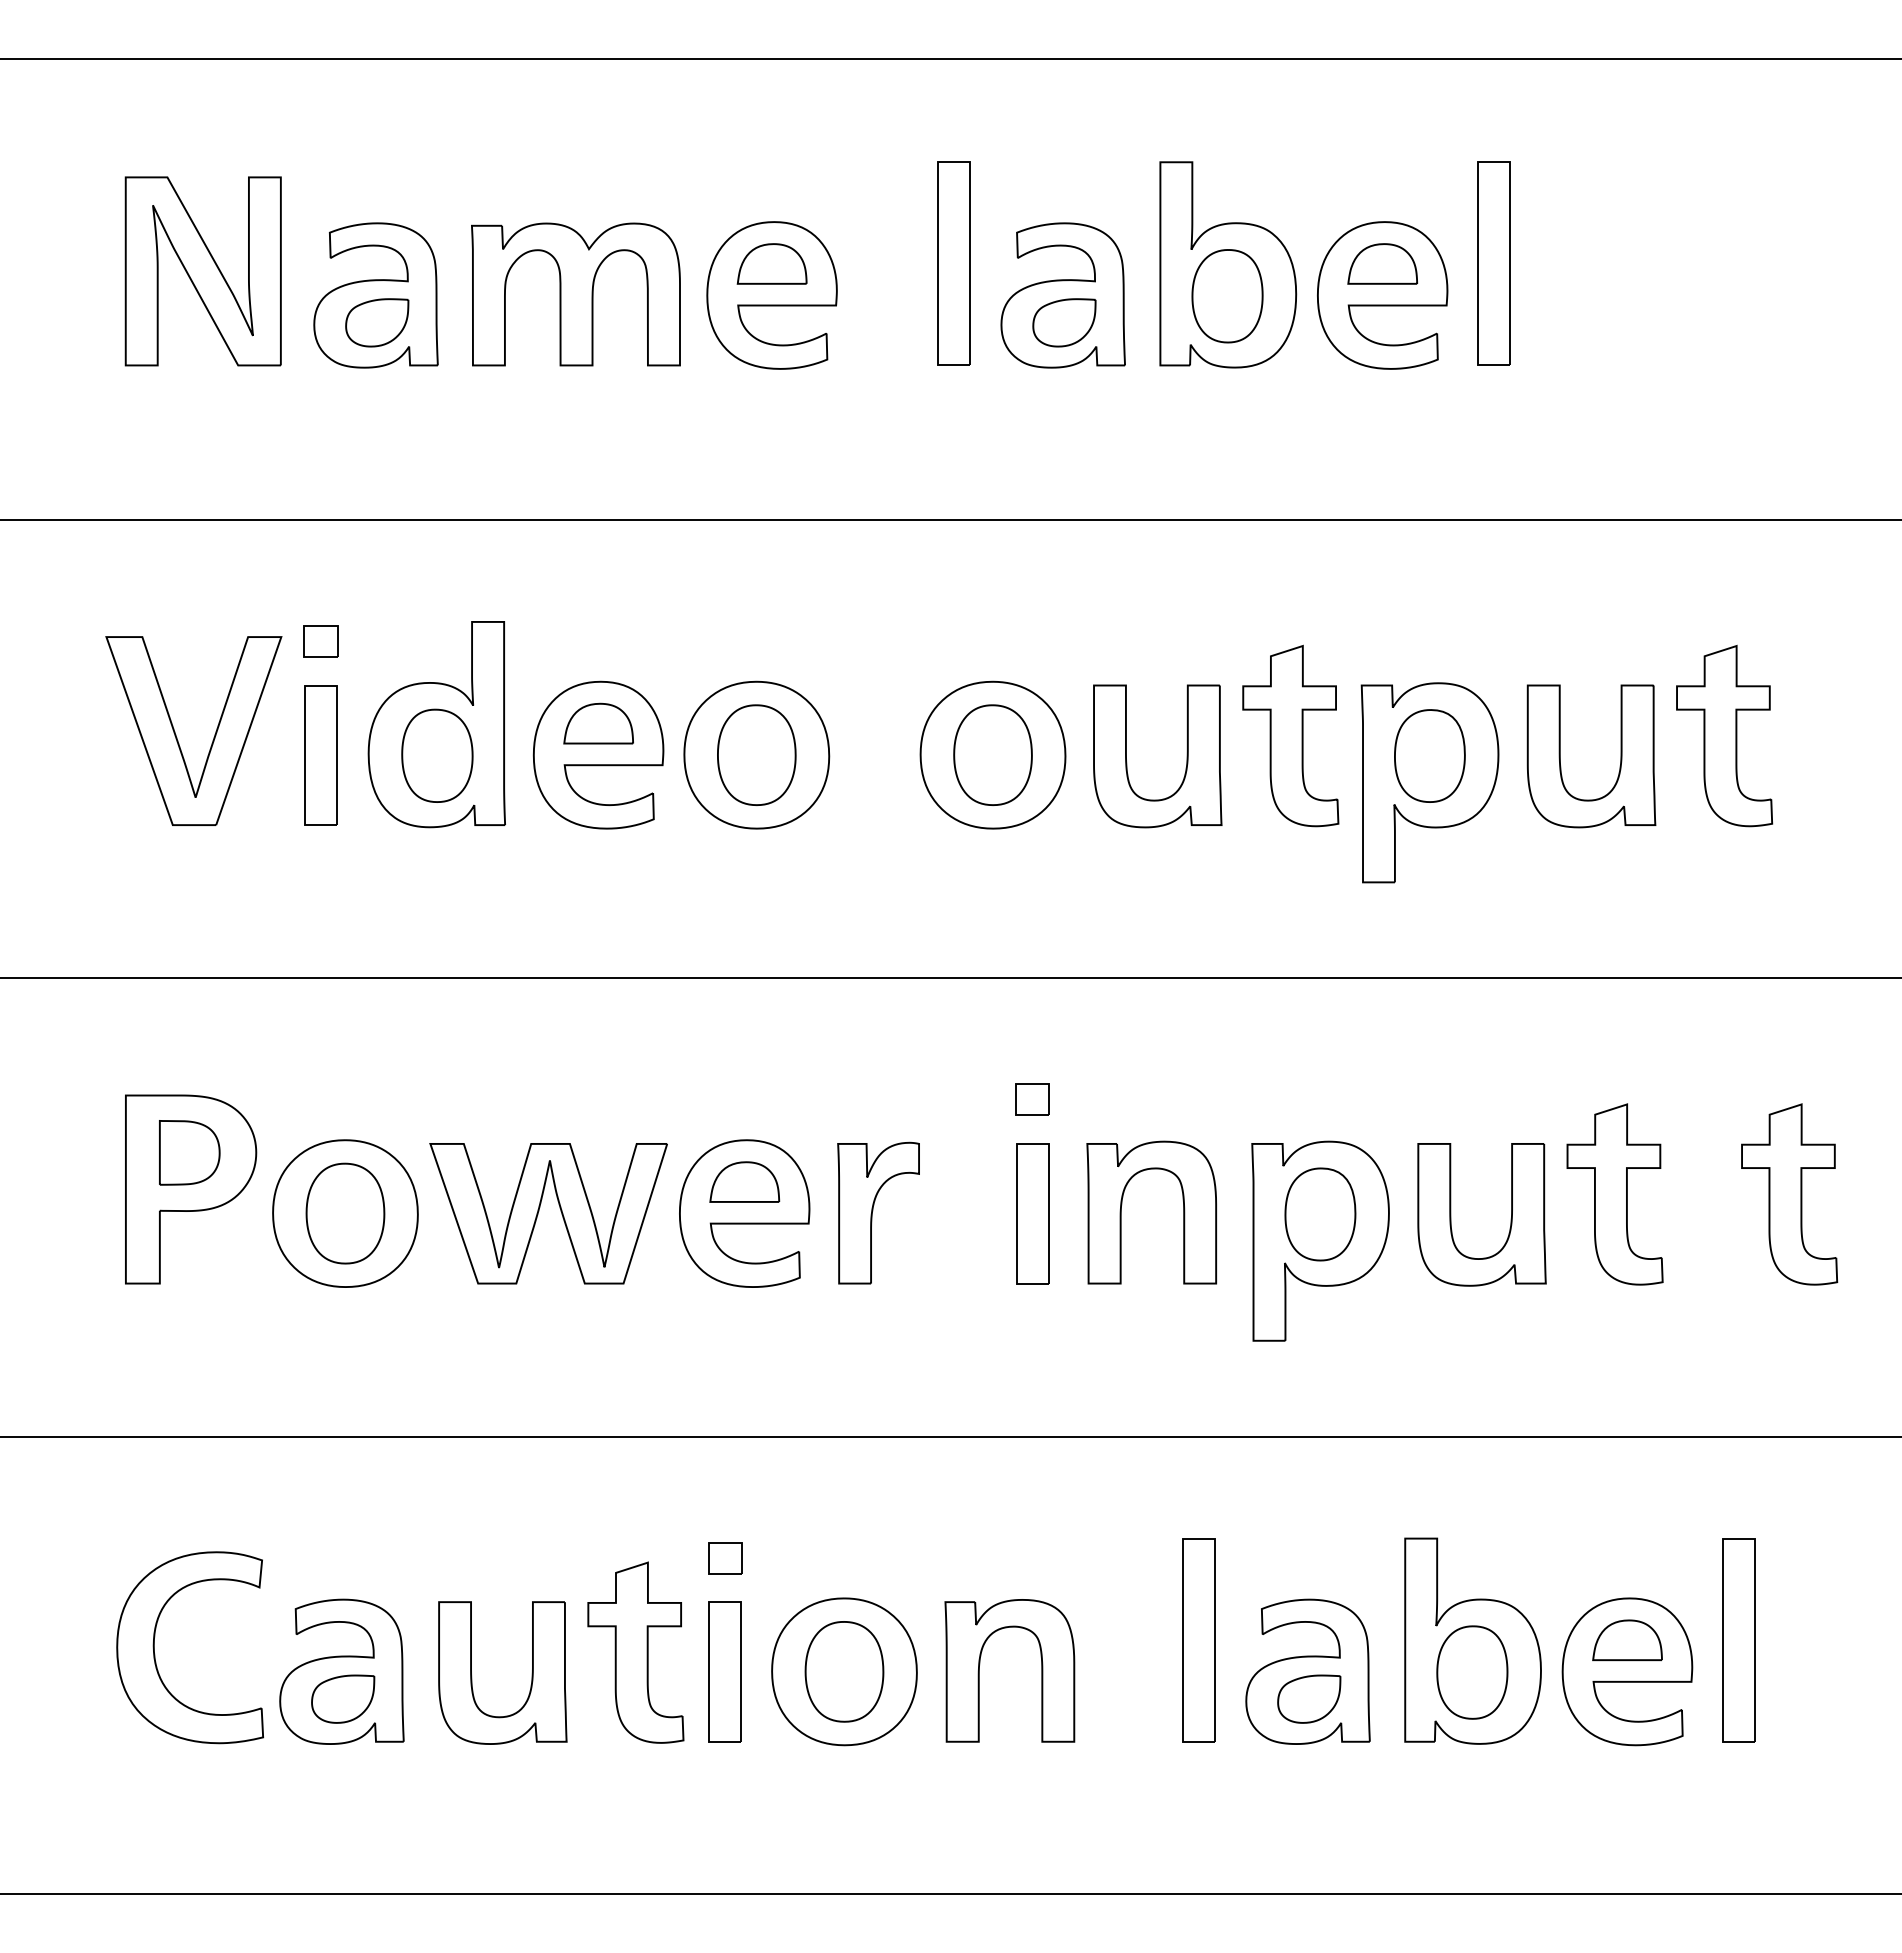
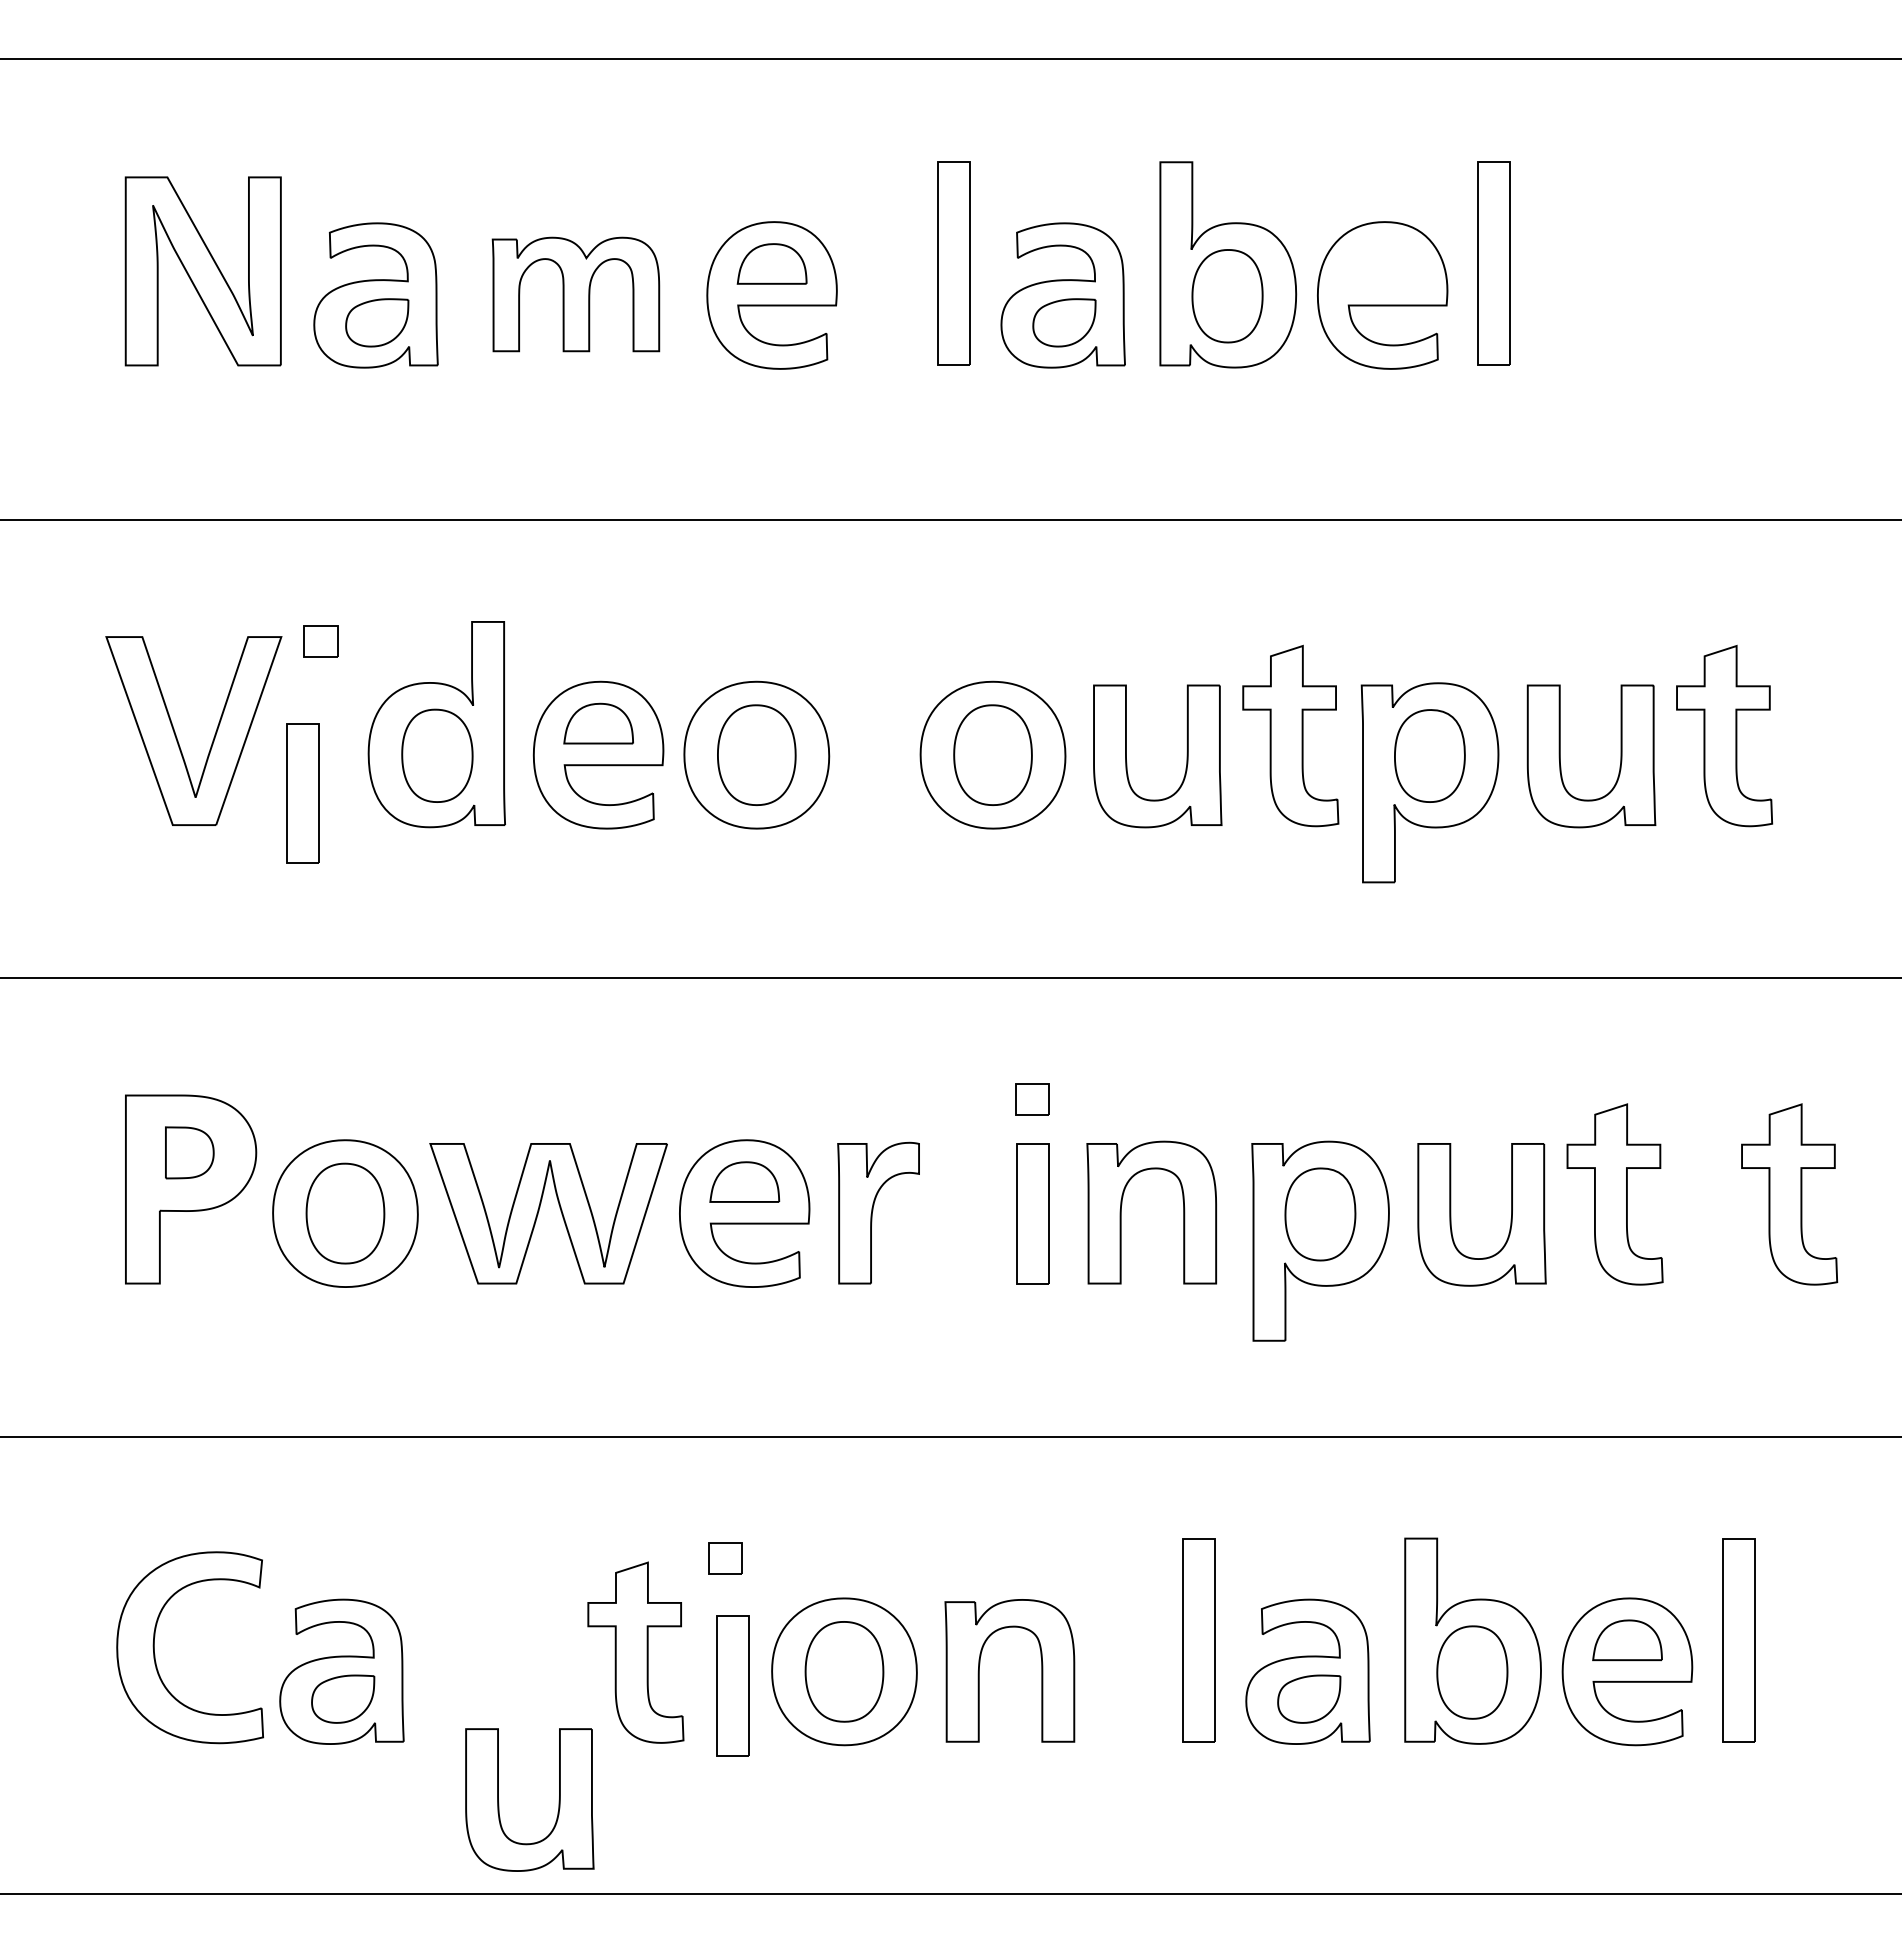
part at (1382, 263): present -> none
part at (575, 294) size: 210x145 px -> 170x117 px
part at (320, 755) position: (320, 755) -> (302, 793)
part at (189, 1152) size: 62x66 px -> 50x54 px
part at (724, 1671) position: (724, 1671) -> (732, 1685)
part at (531, 1673) position: (531, 1673) -> (558, 1800)
